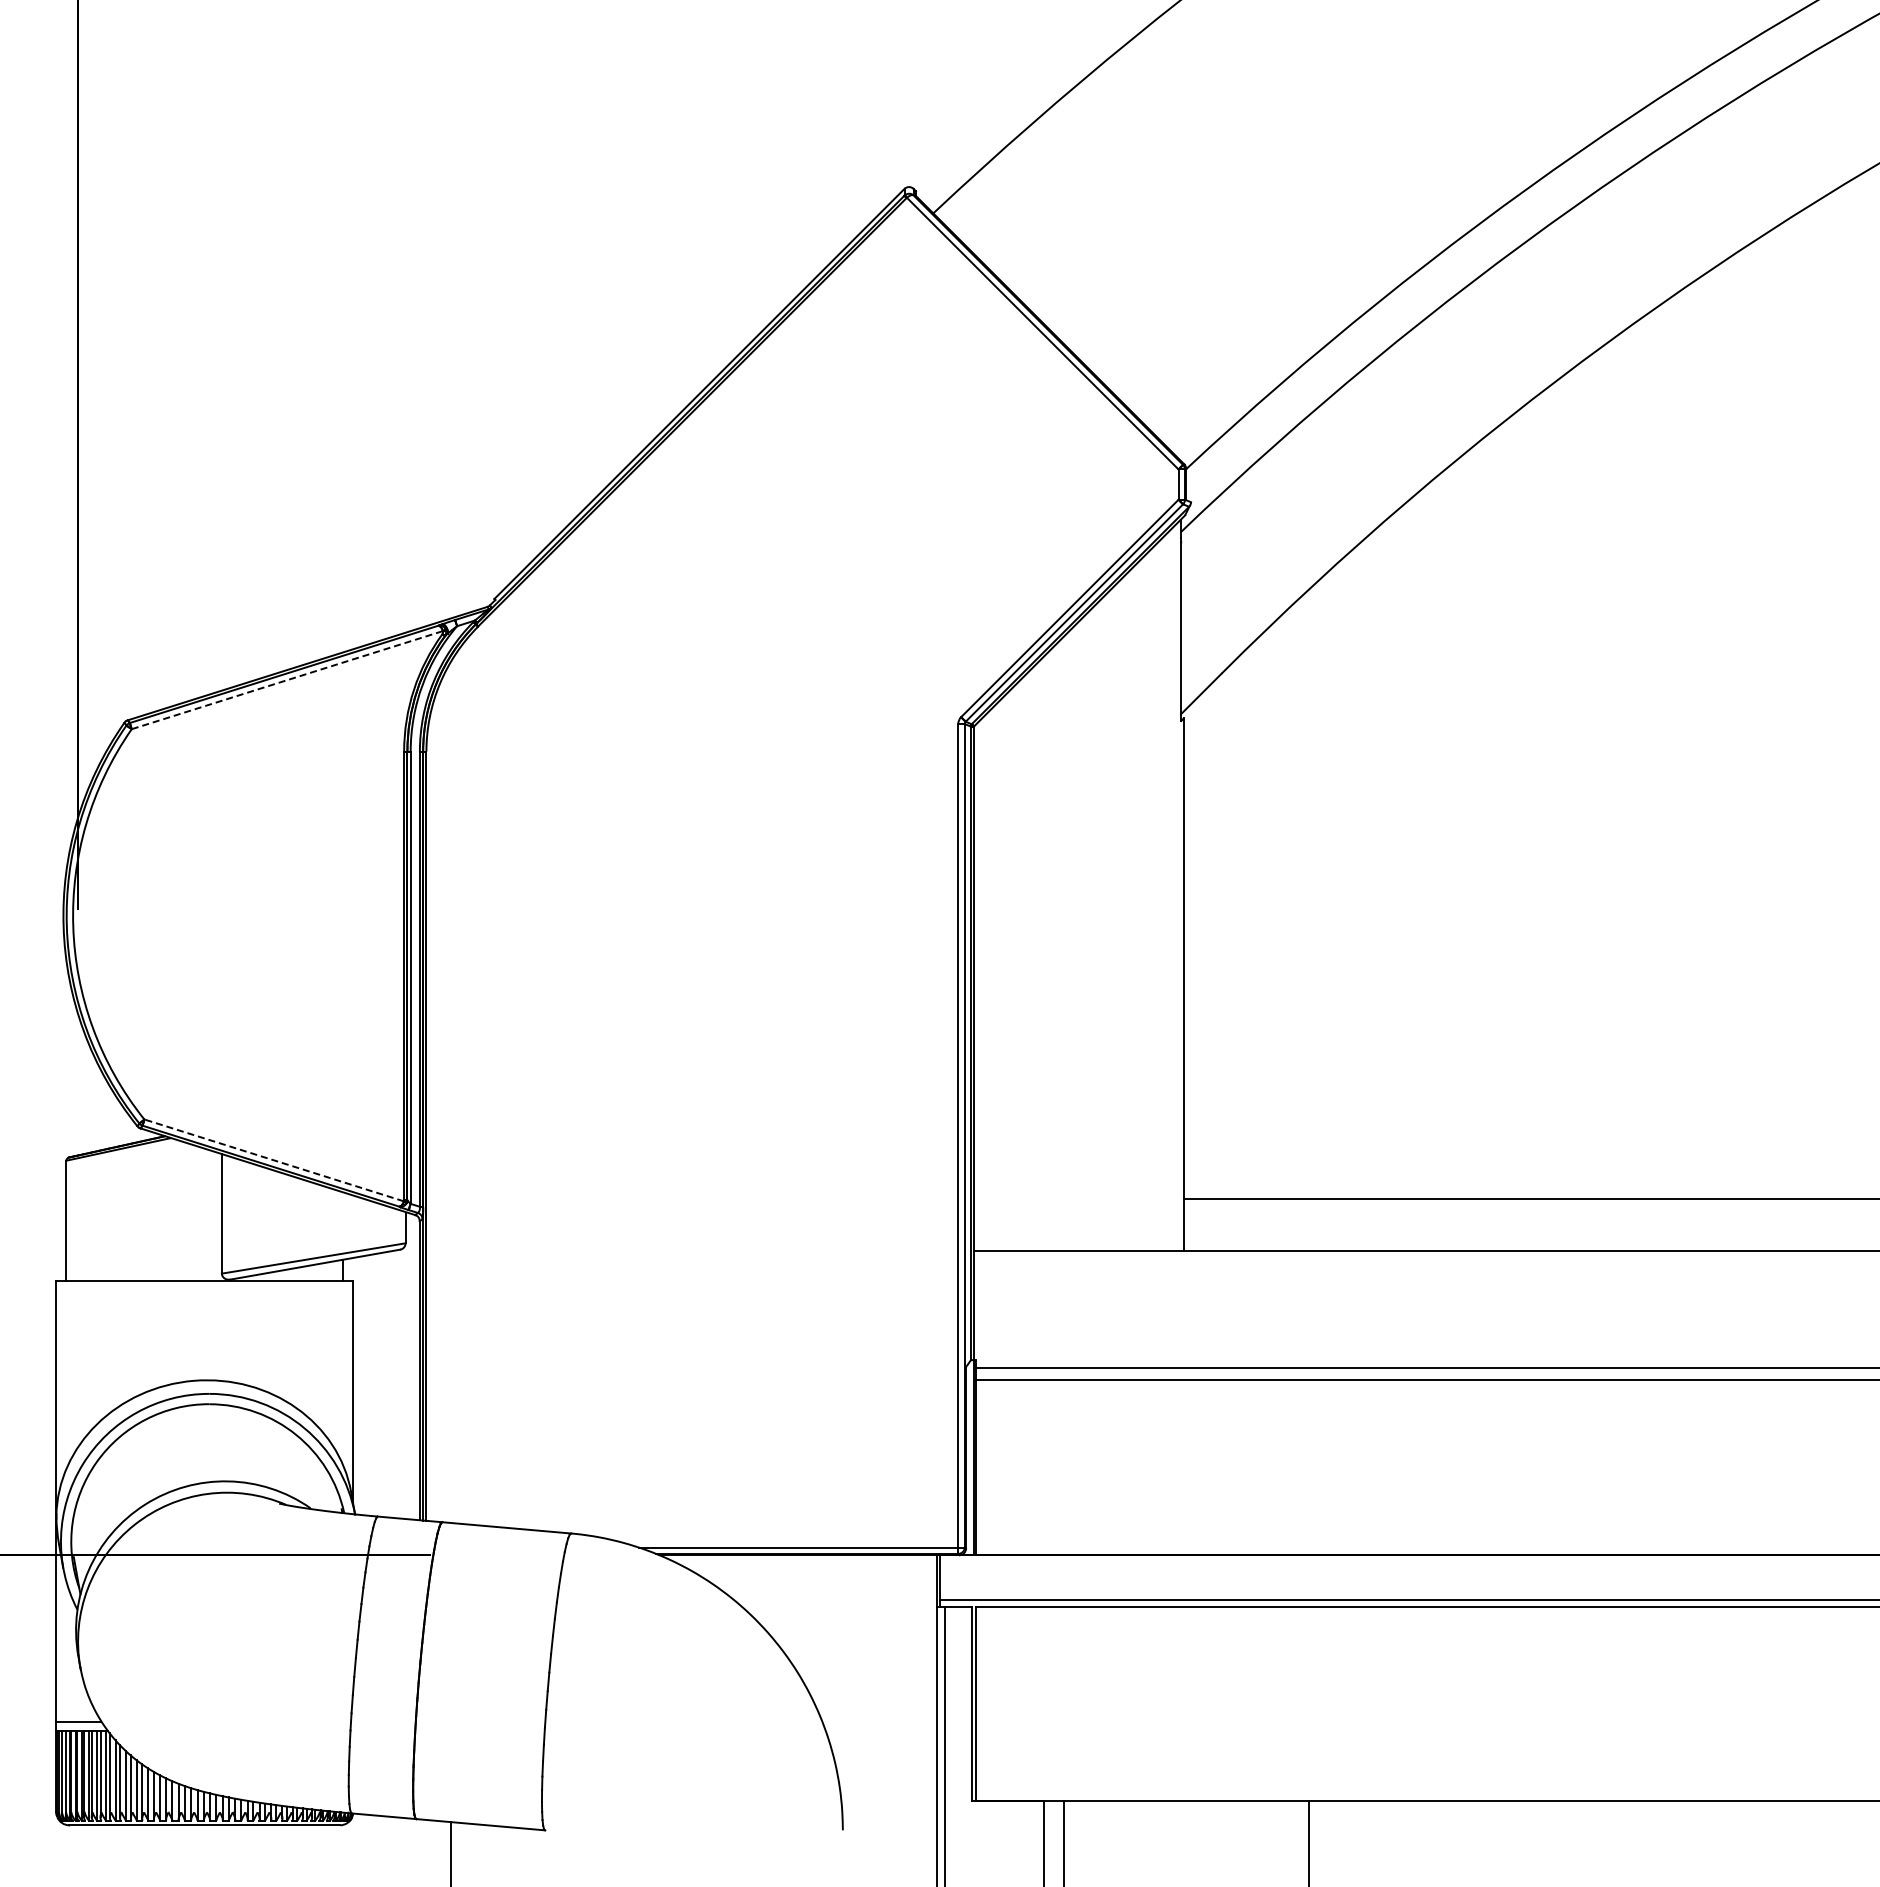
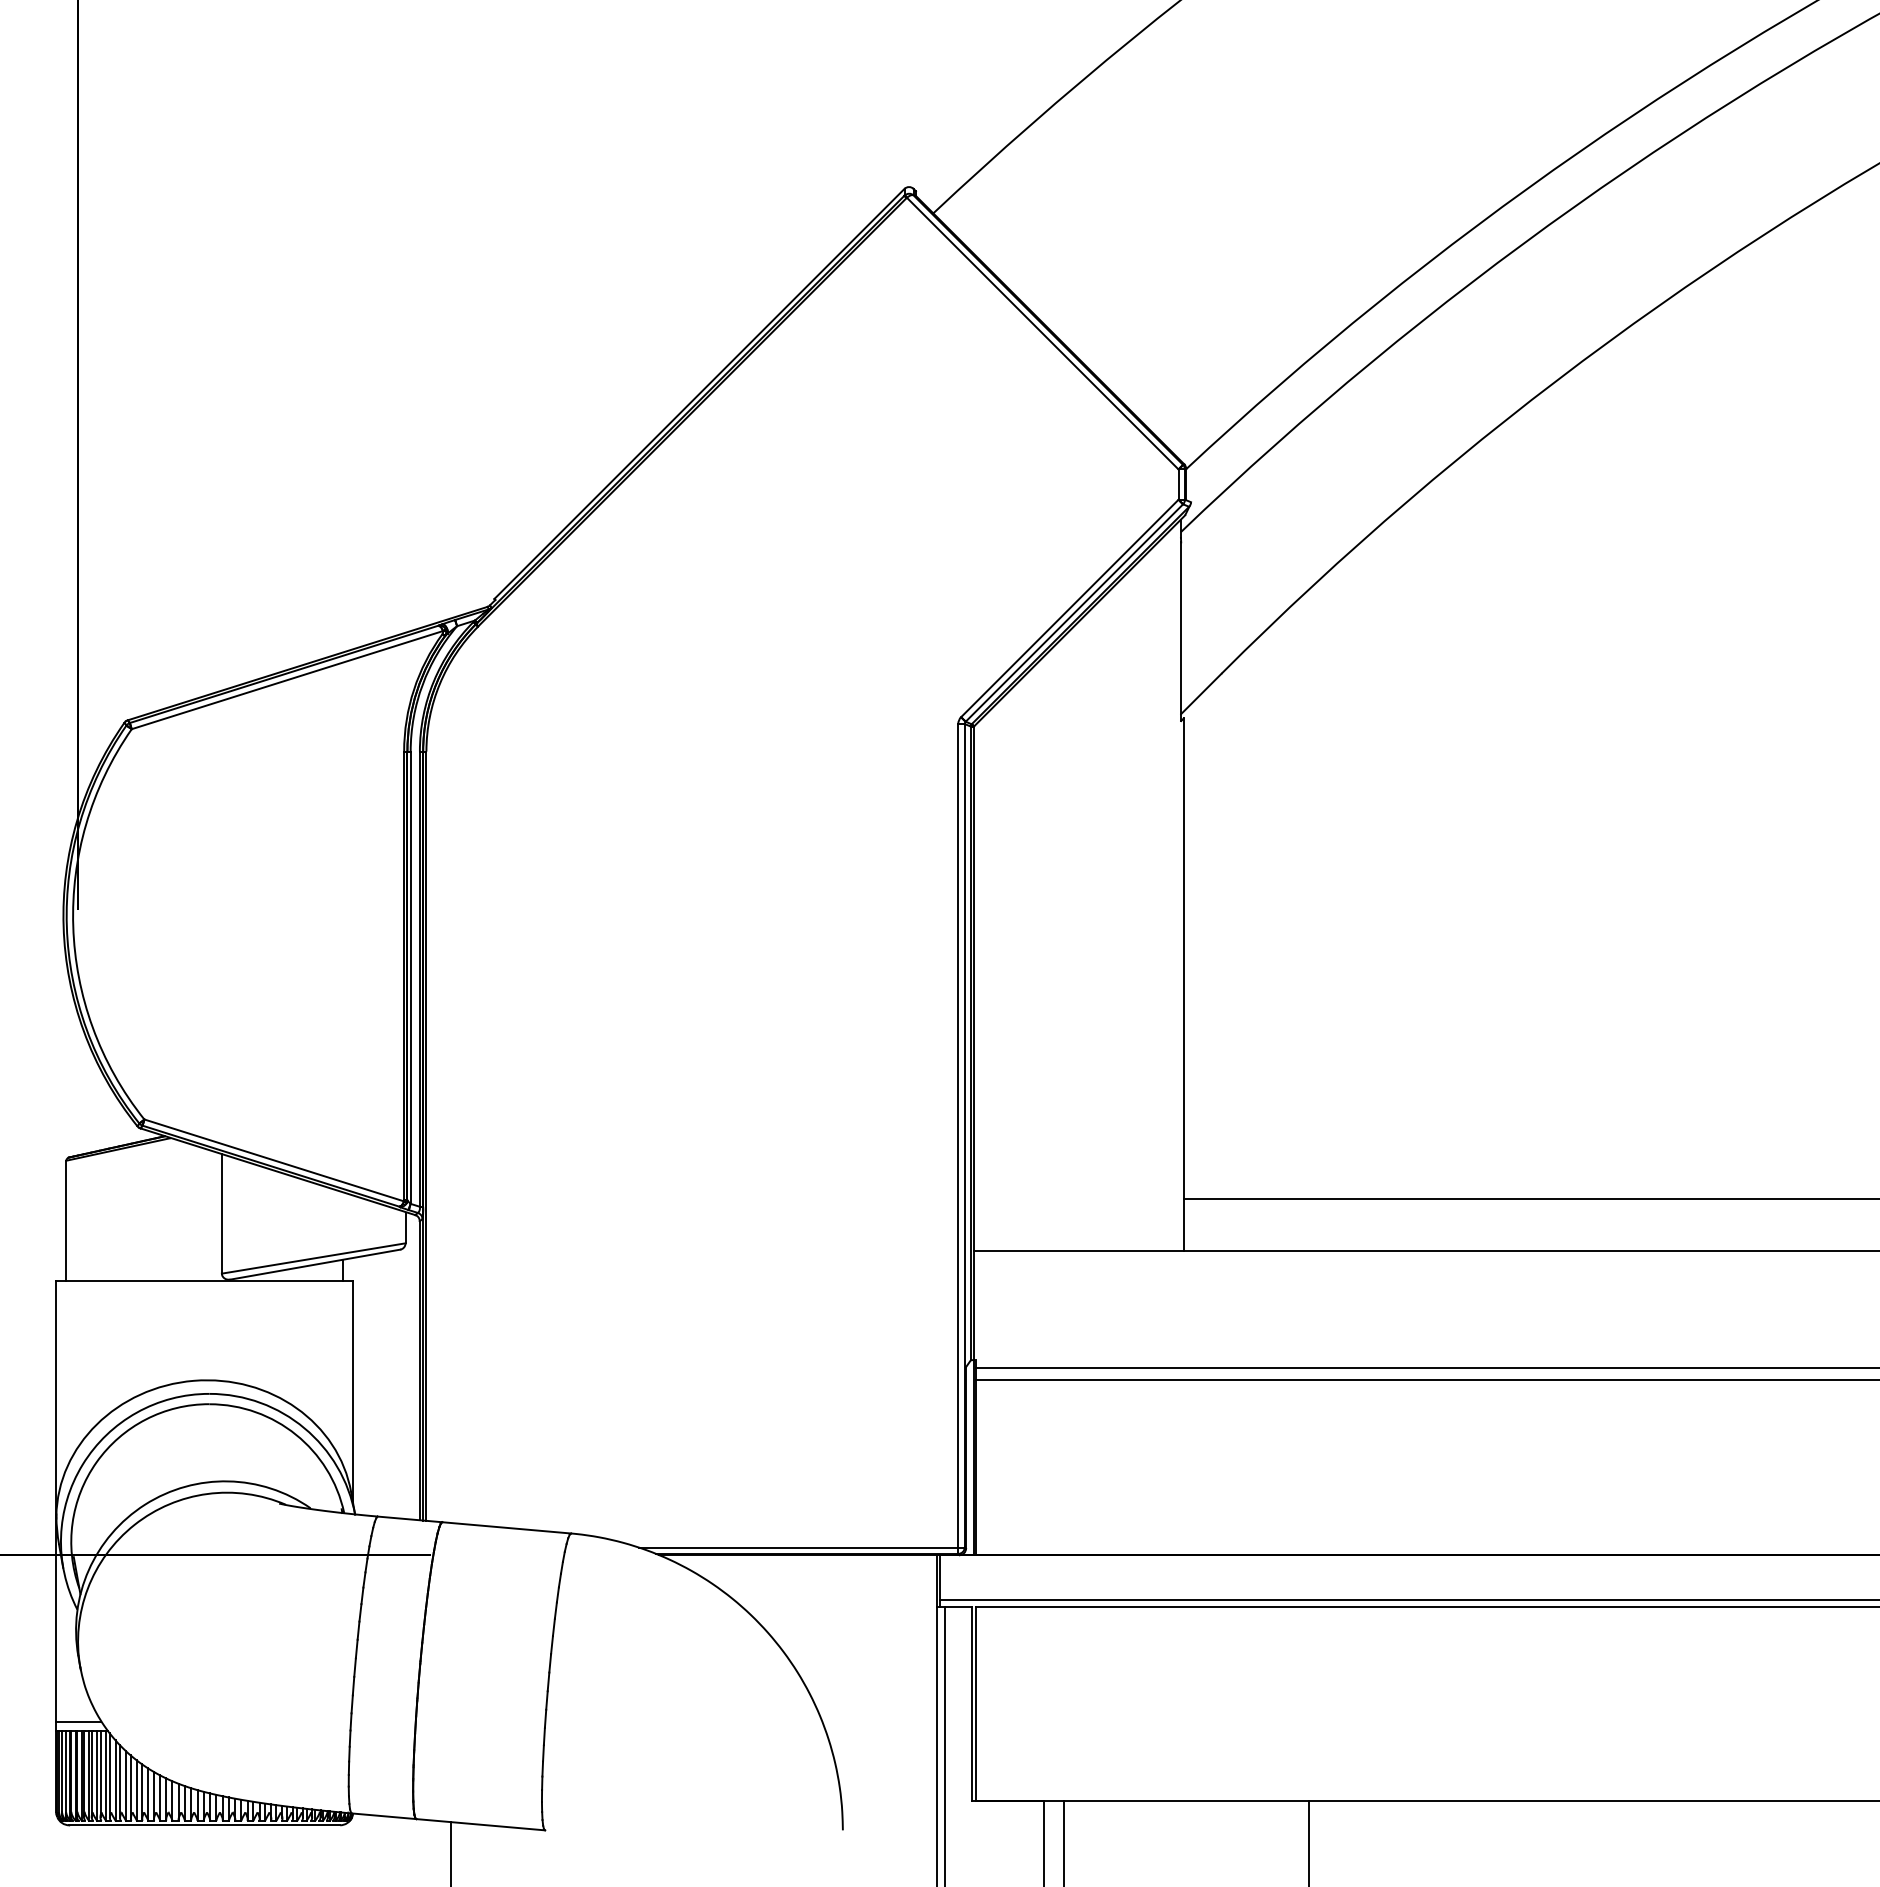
line at (287, 679): dashed -> solid
line at (273, 1160): dashed -> solid
